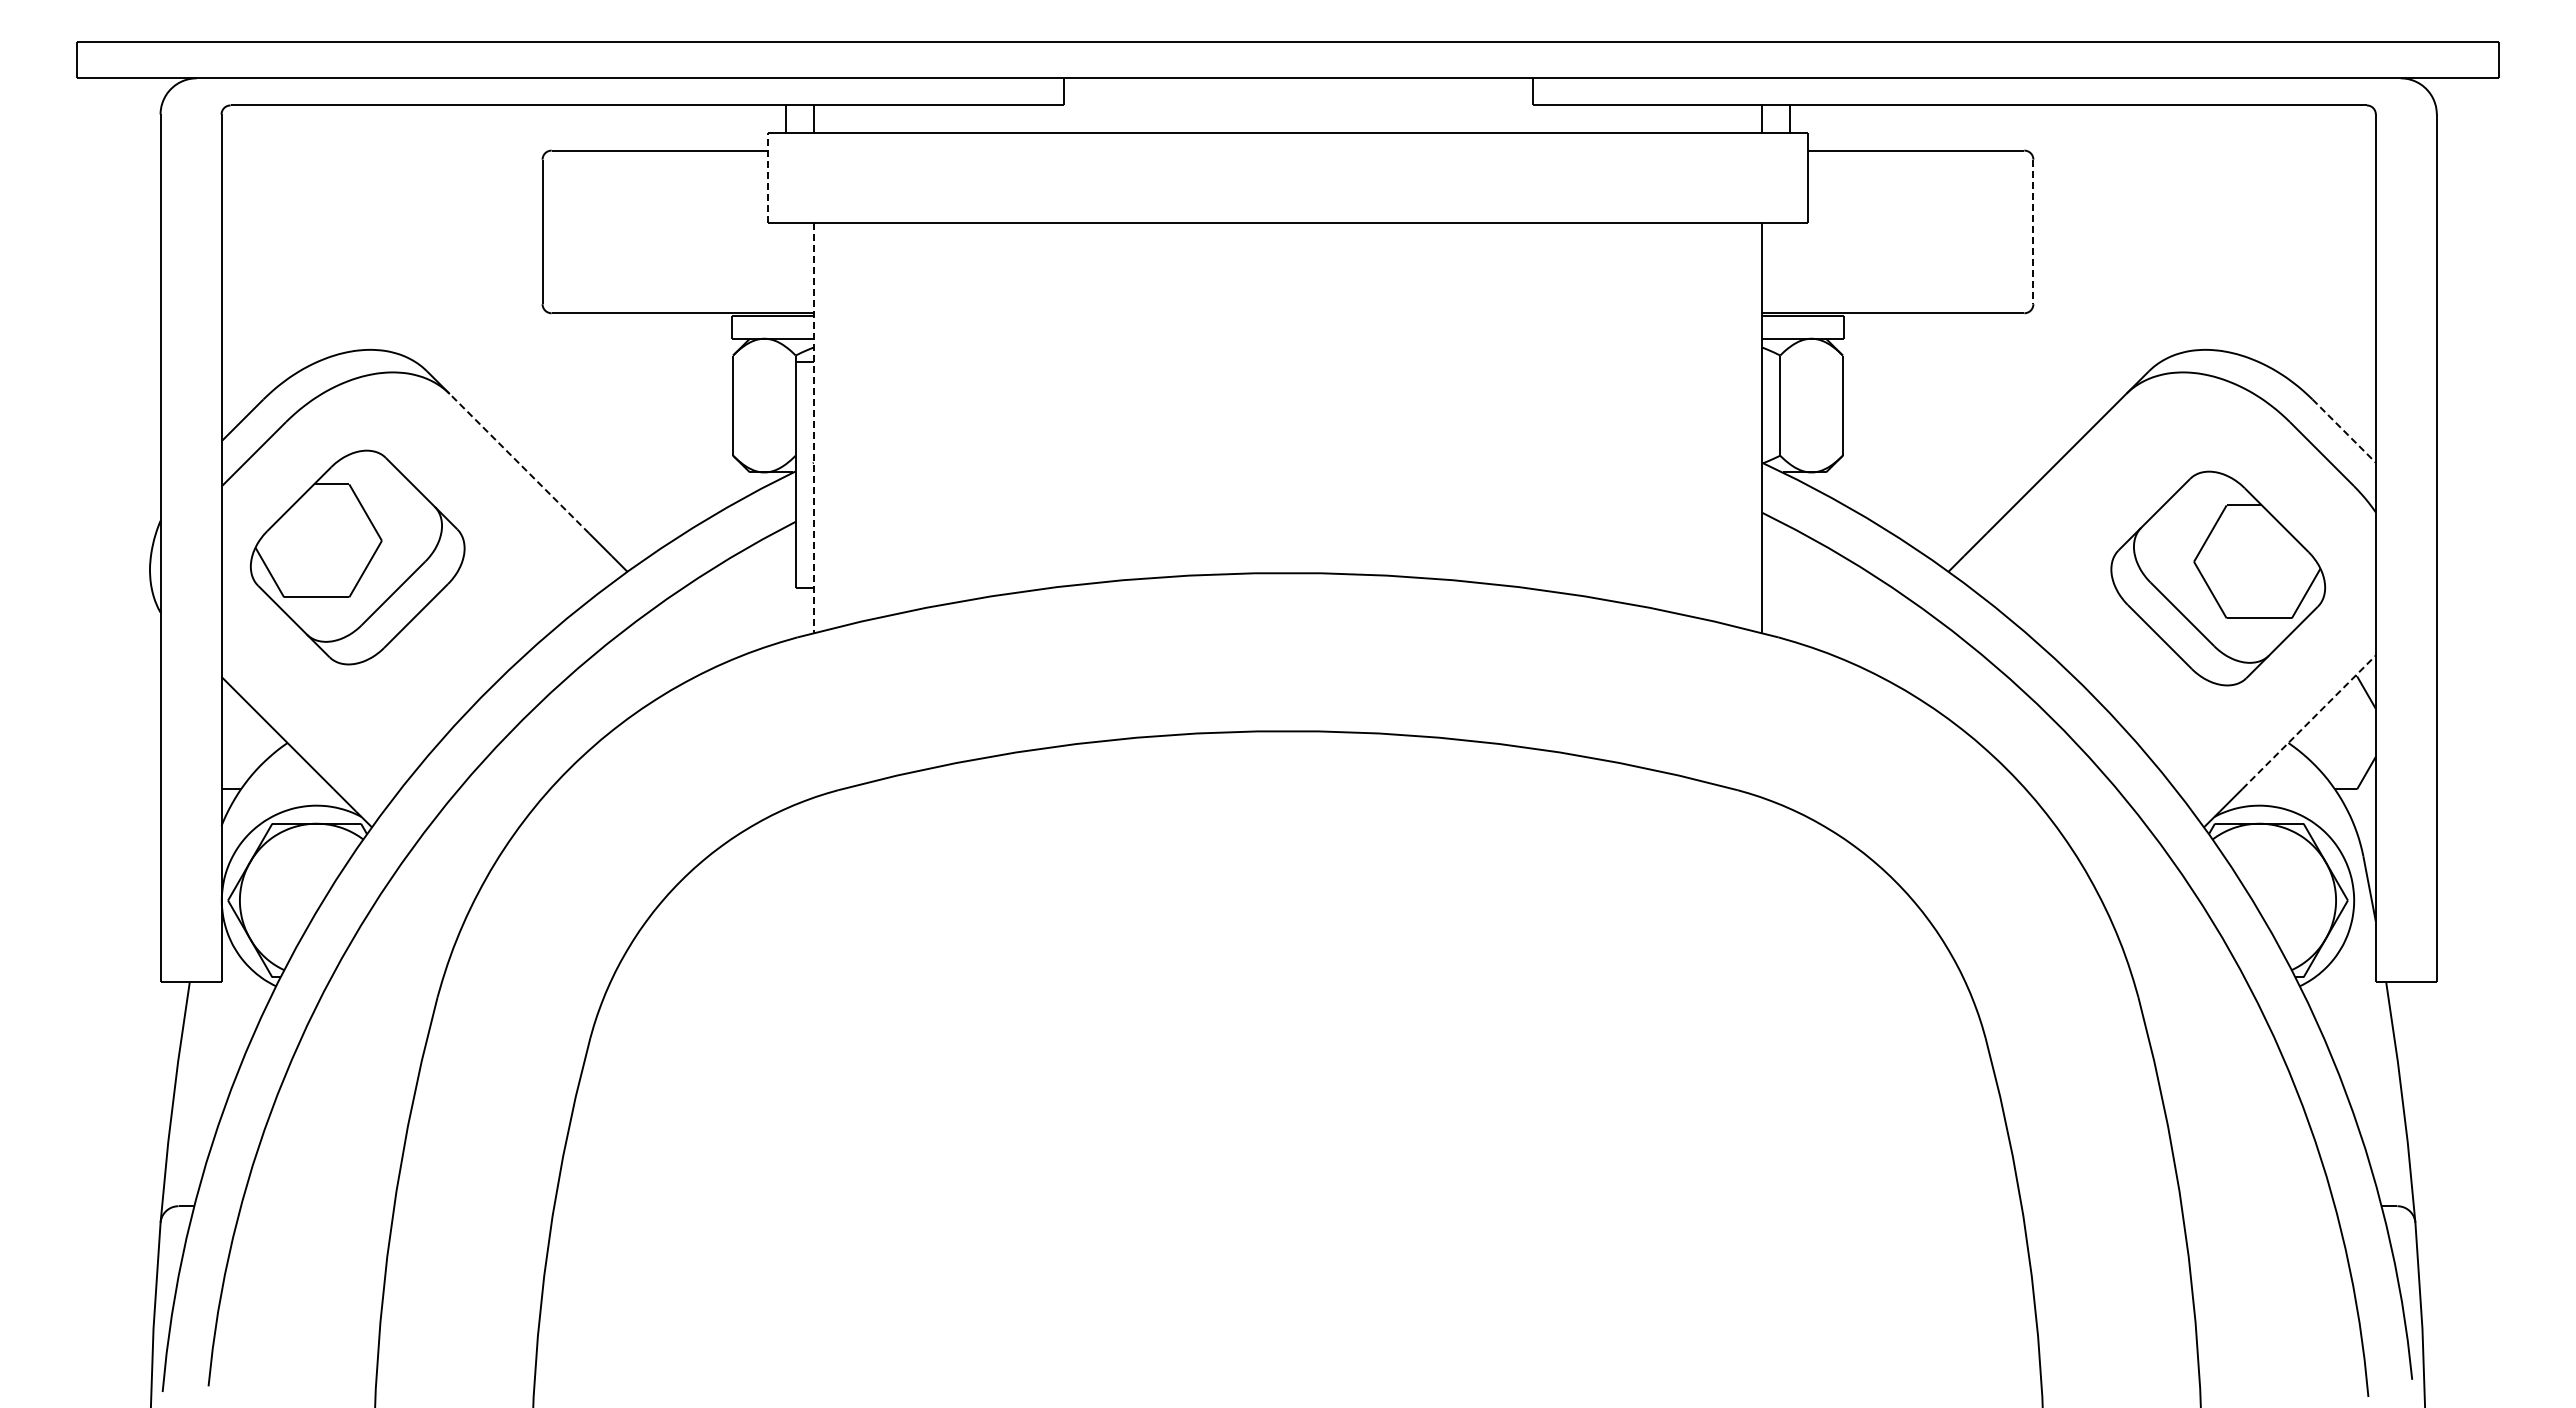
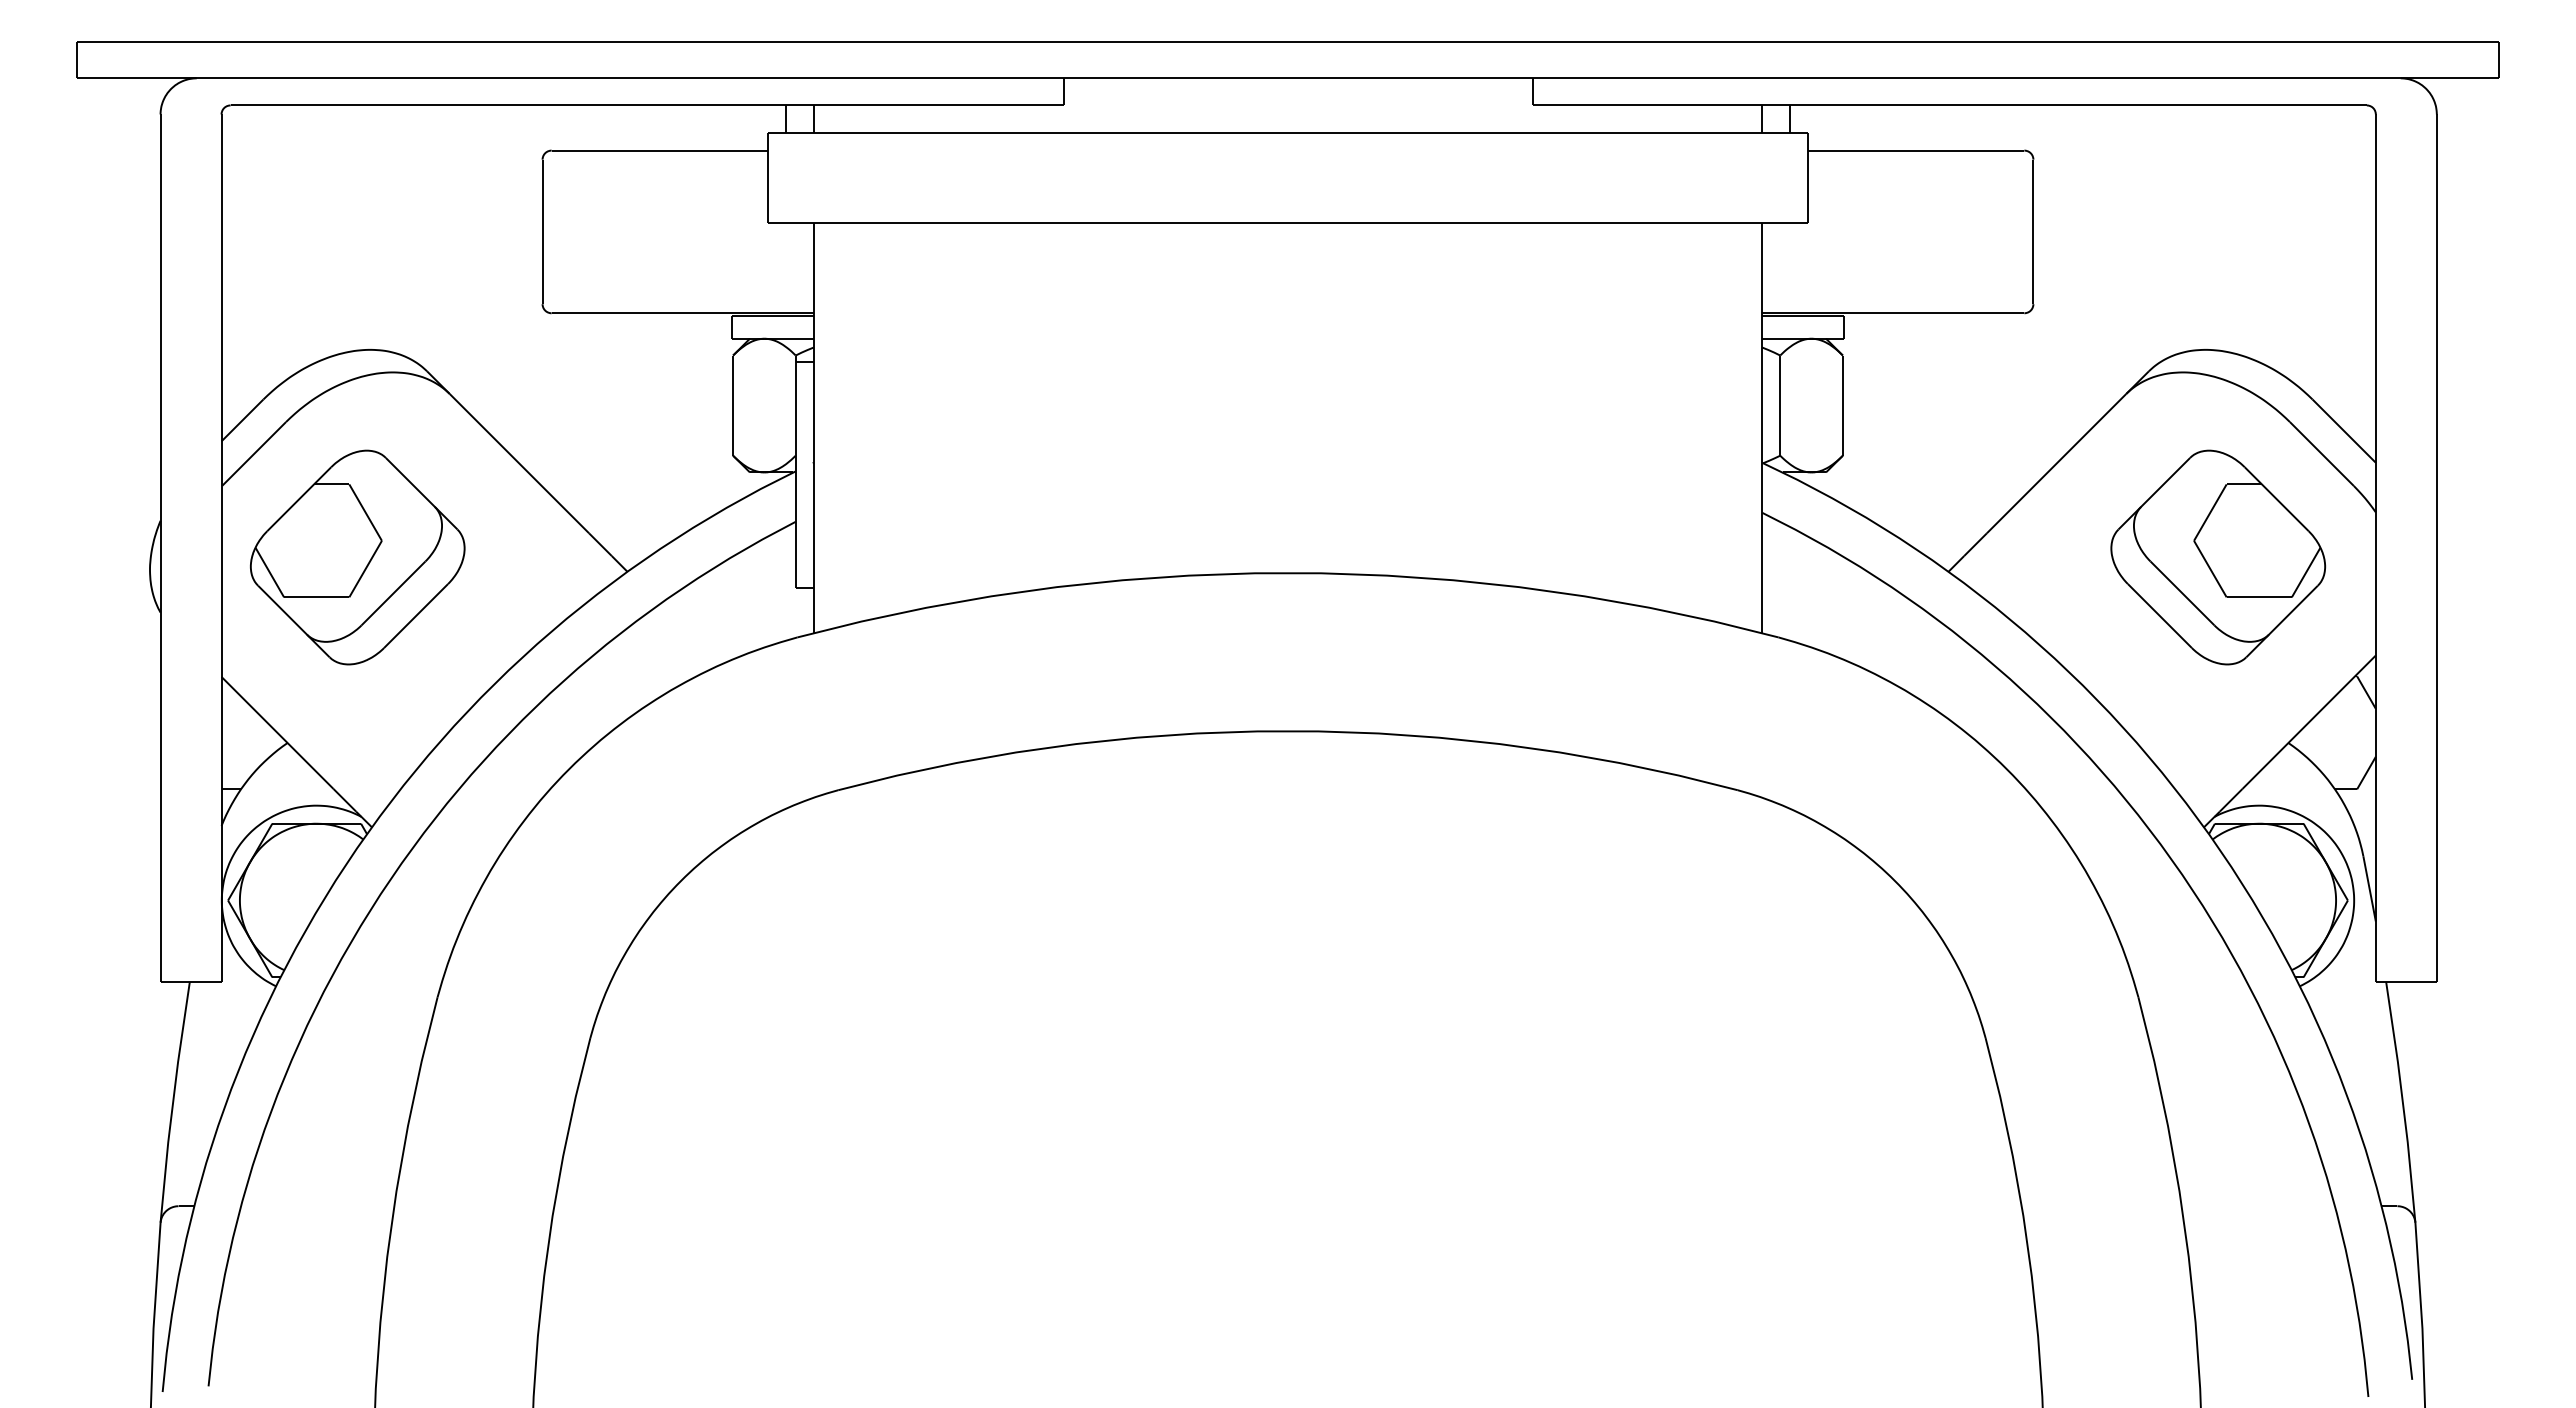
line at (768, 177): dashed -> solid
line at (2033, 232): dashed -> solid
line at (813, 428): dashed -> solid
line at (2344, 431): dashed -> solid
line at (519, 463): dashed -> solid
part at (2218, 578) position: (2218, 578) -> (2218, 557)
line at (2309, 721): dashed -> solid
